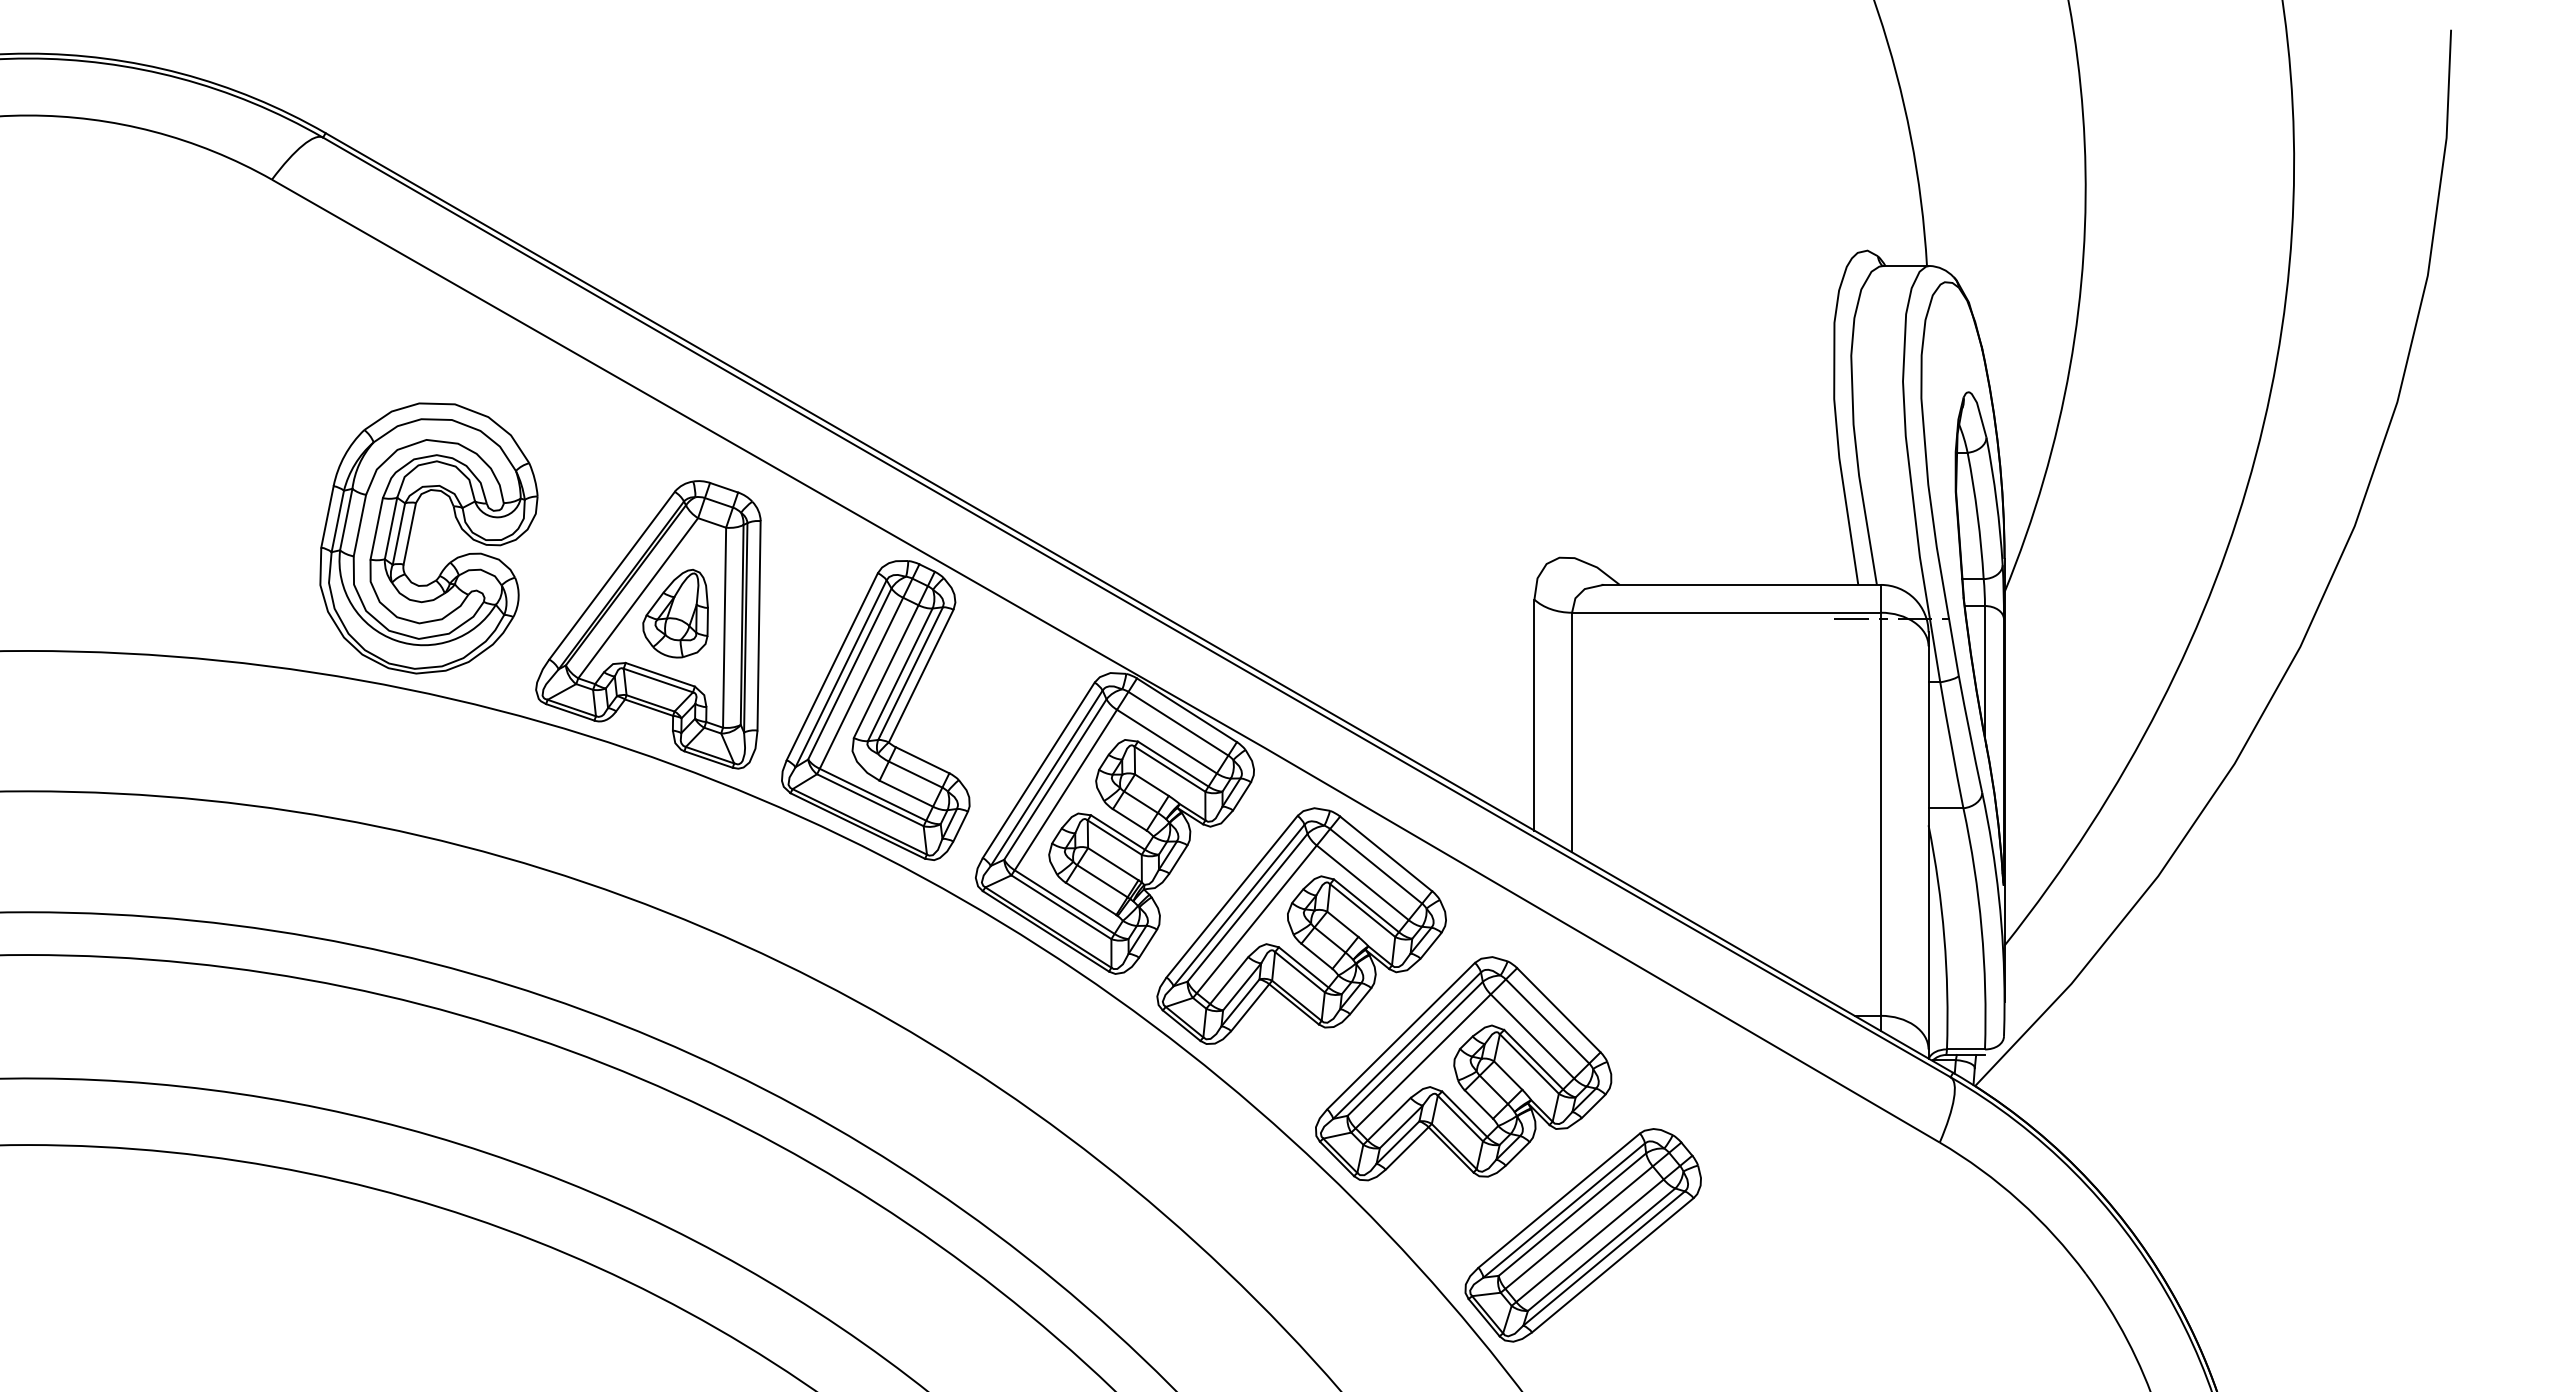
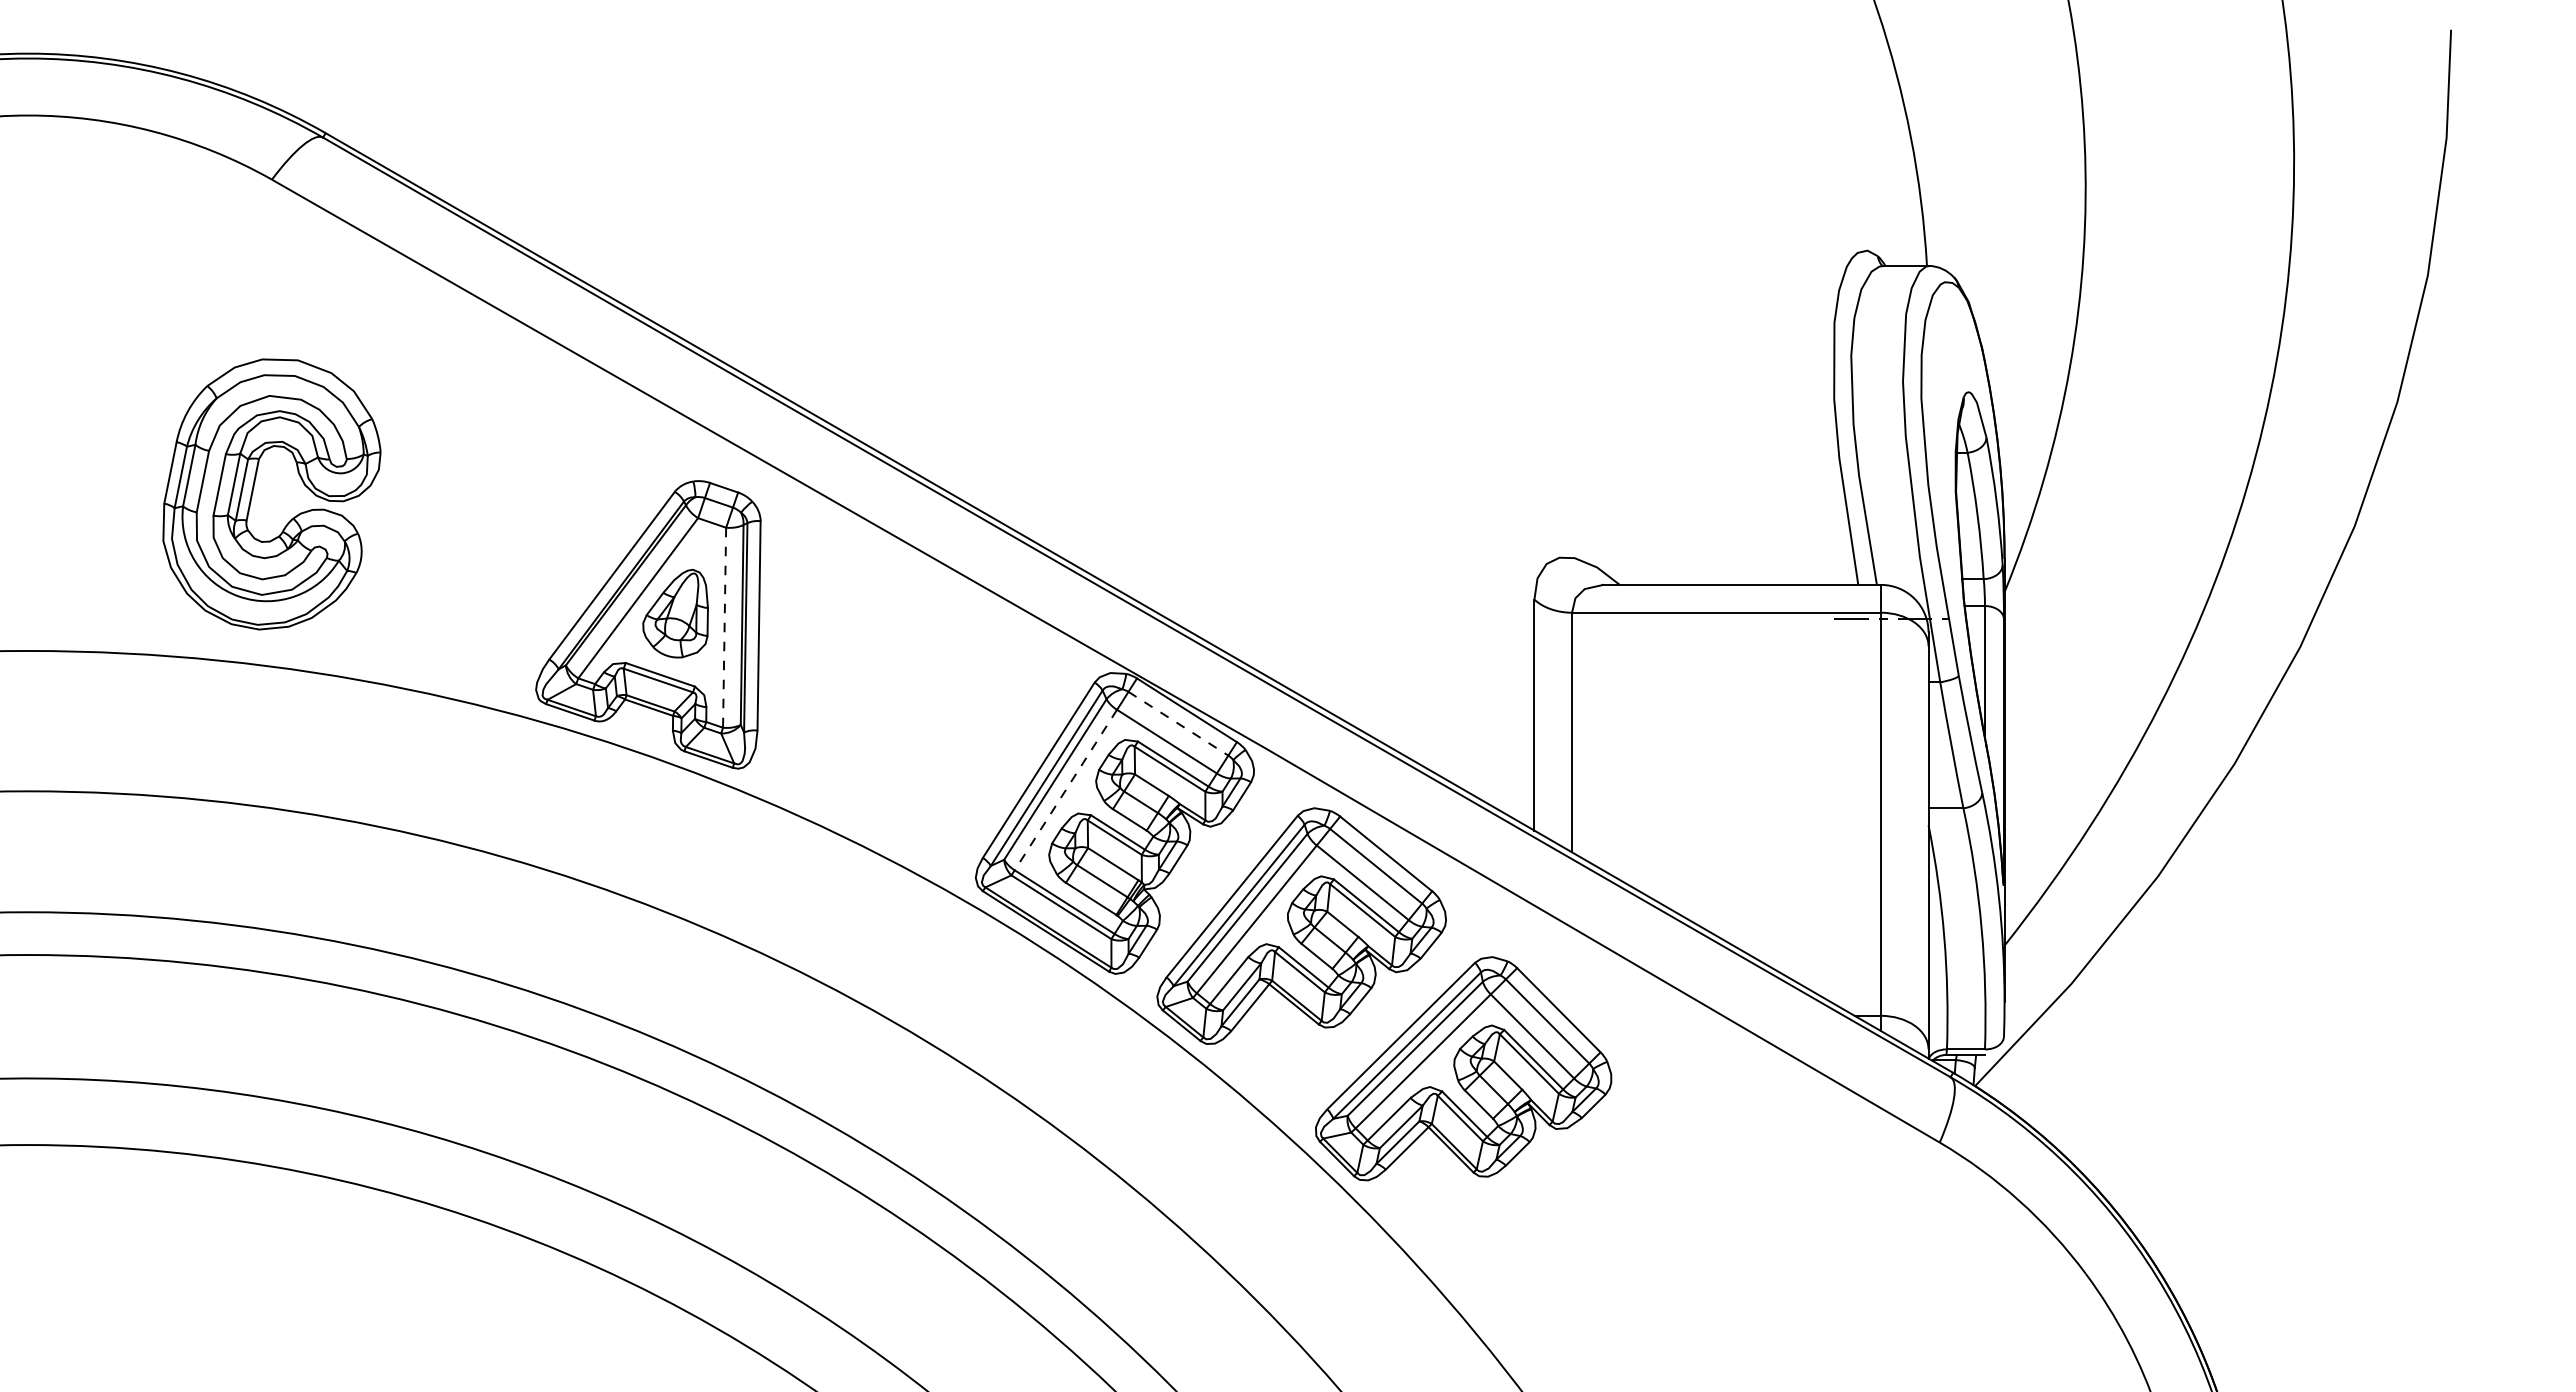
part at (410, 536) position: (410, 536) -> (253, 492)
line at (724, 628): solid -> dashed
part at (875, 710): present -> none
line at (1178, 724): solid -> dashed
line at (1065, 790): solid -> dashed
part at (1582, 1235): present -> none
